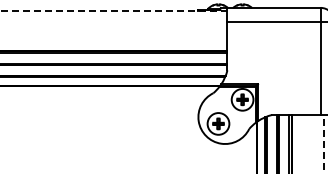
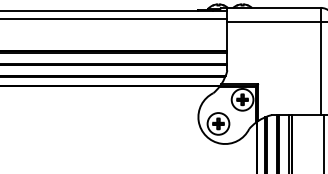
line at (114, 10): dashed -> solid
line at (114, 18): none -> present
line at (323, 143): dashed -> solid
